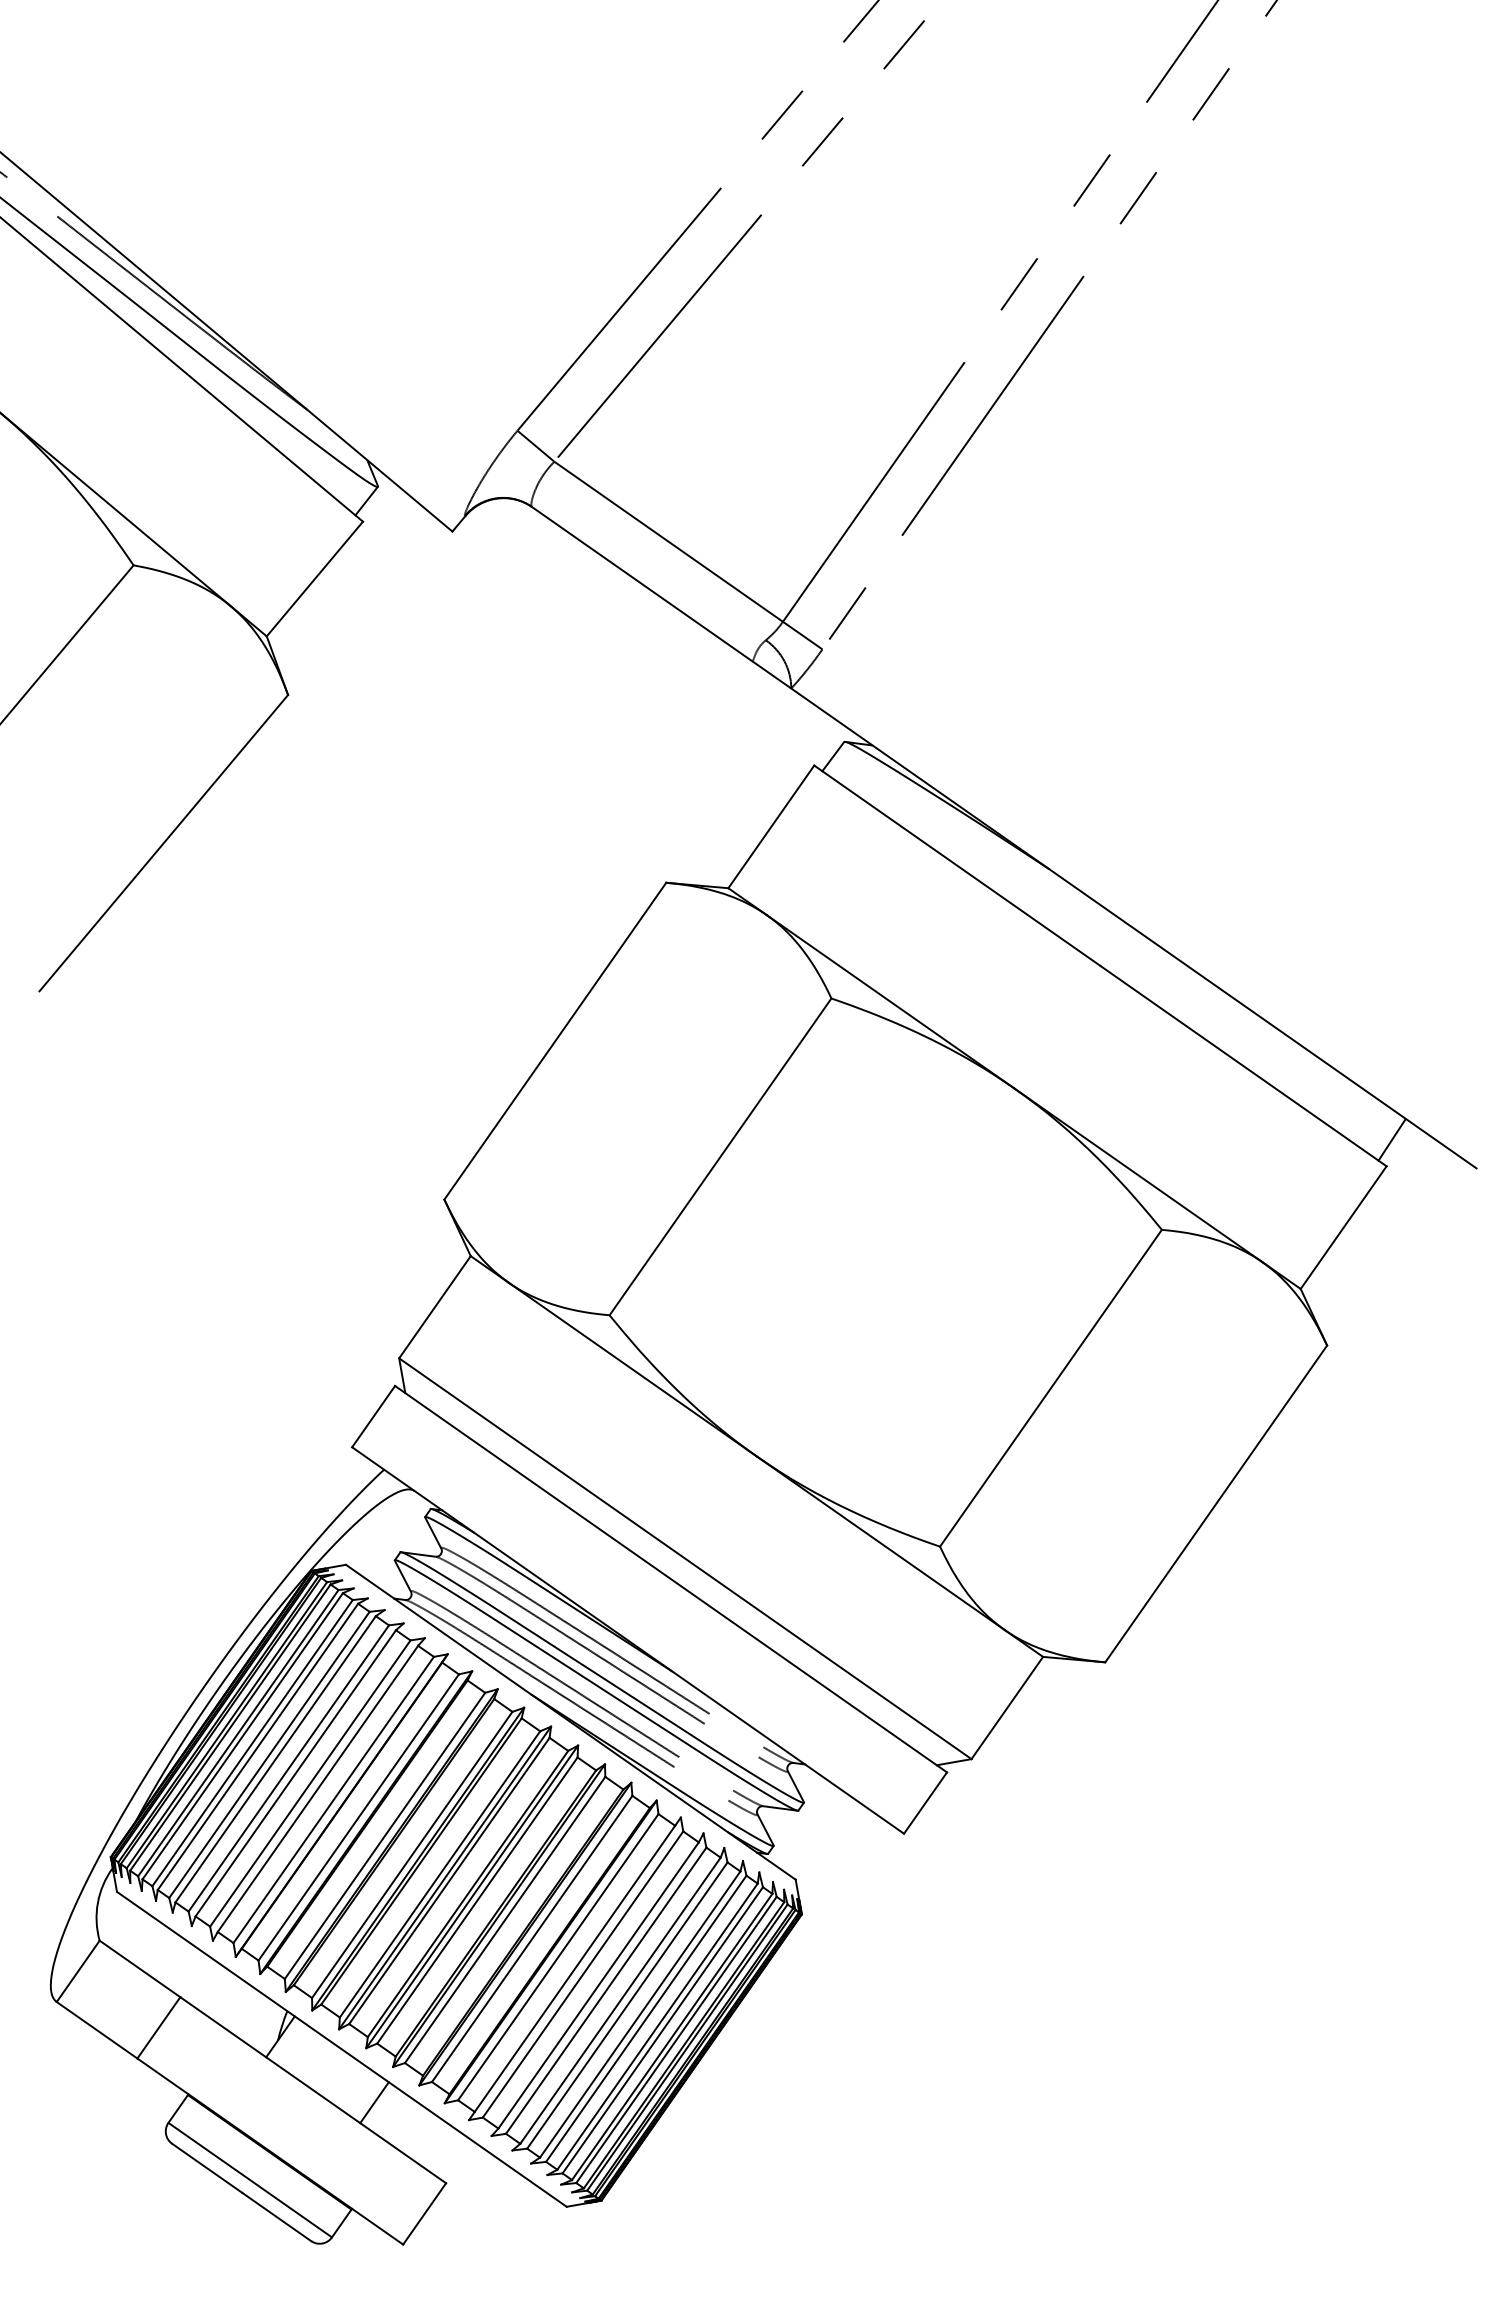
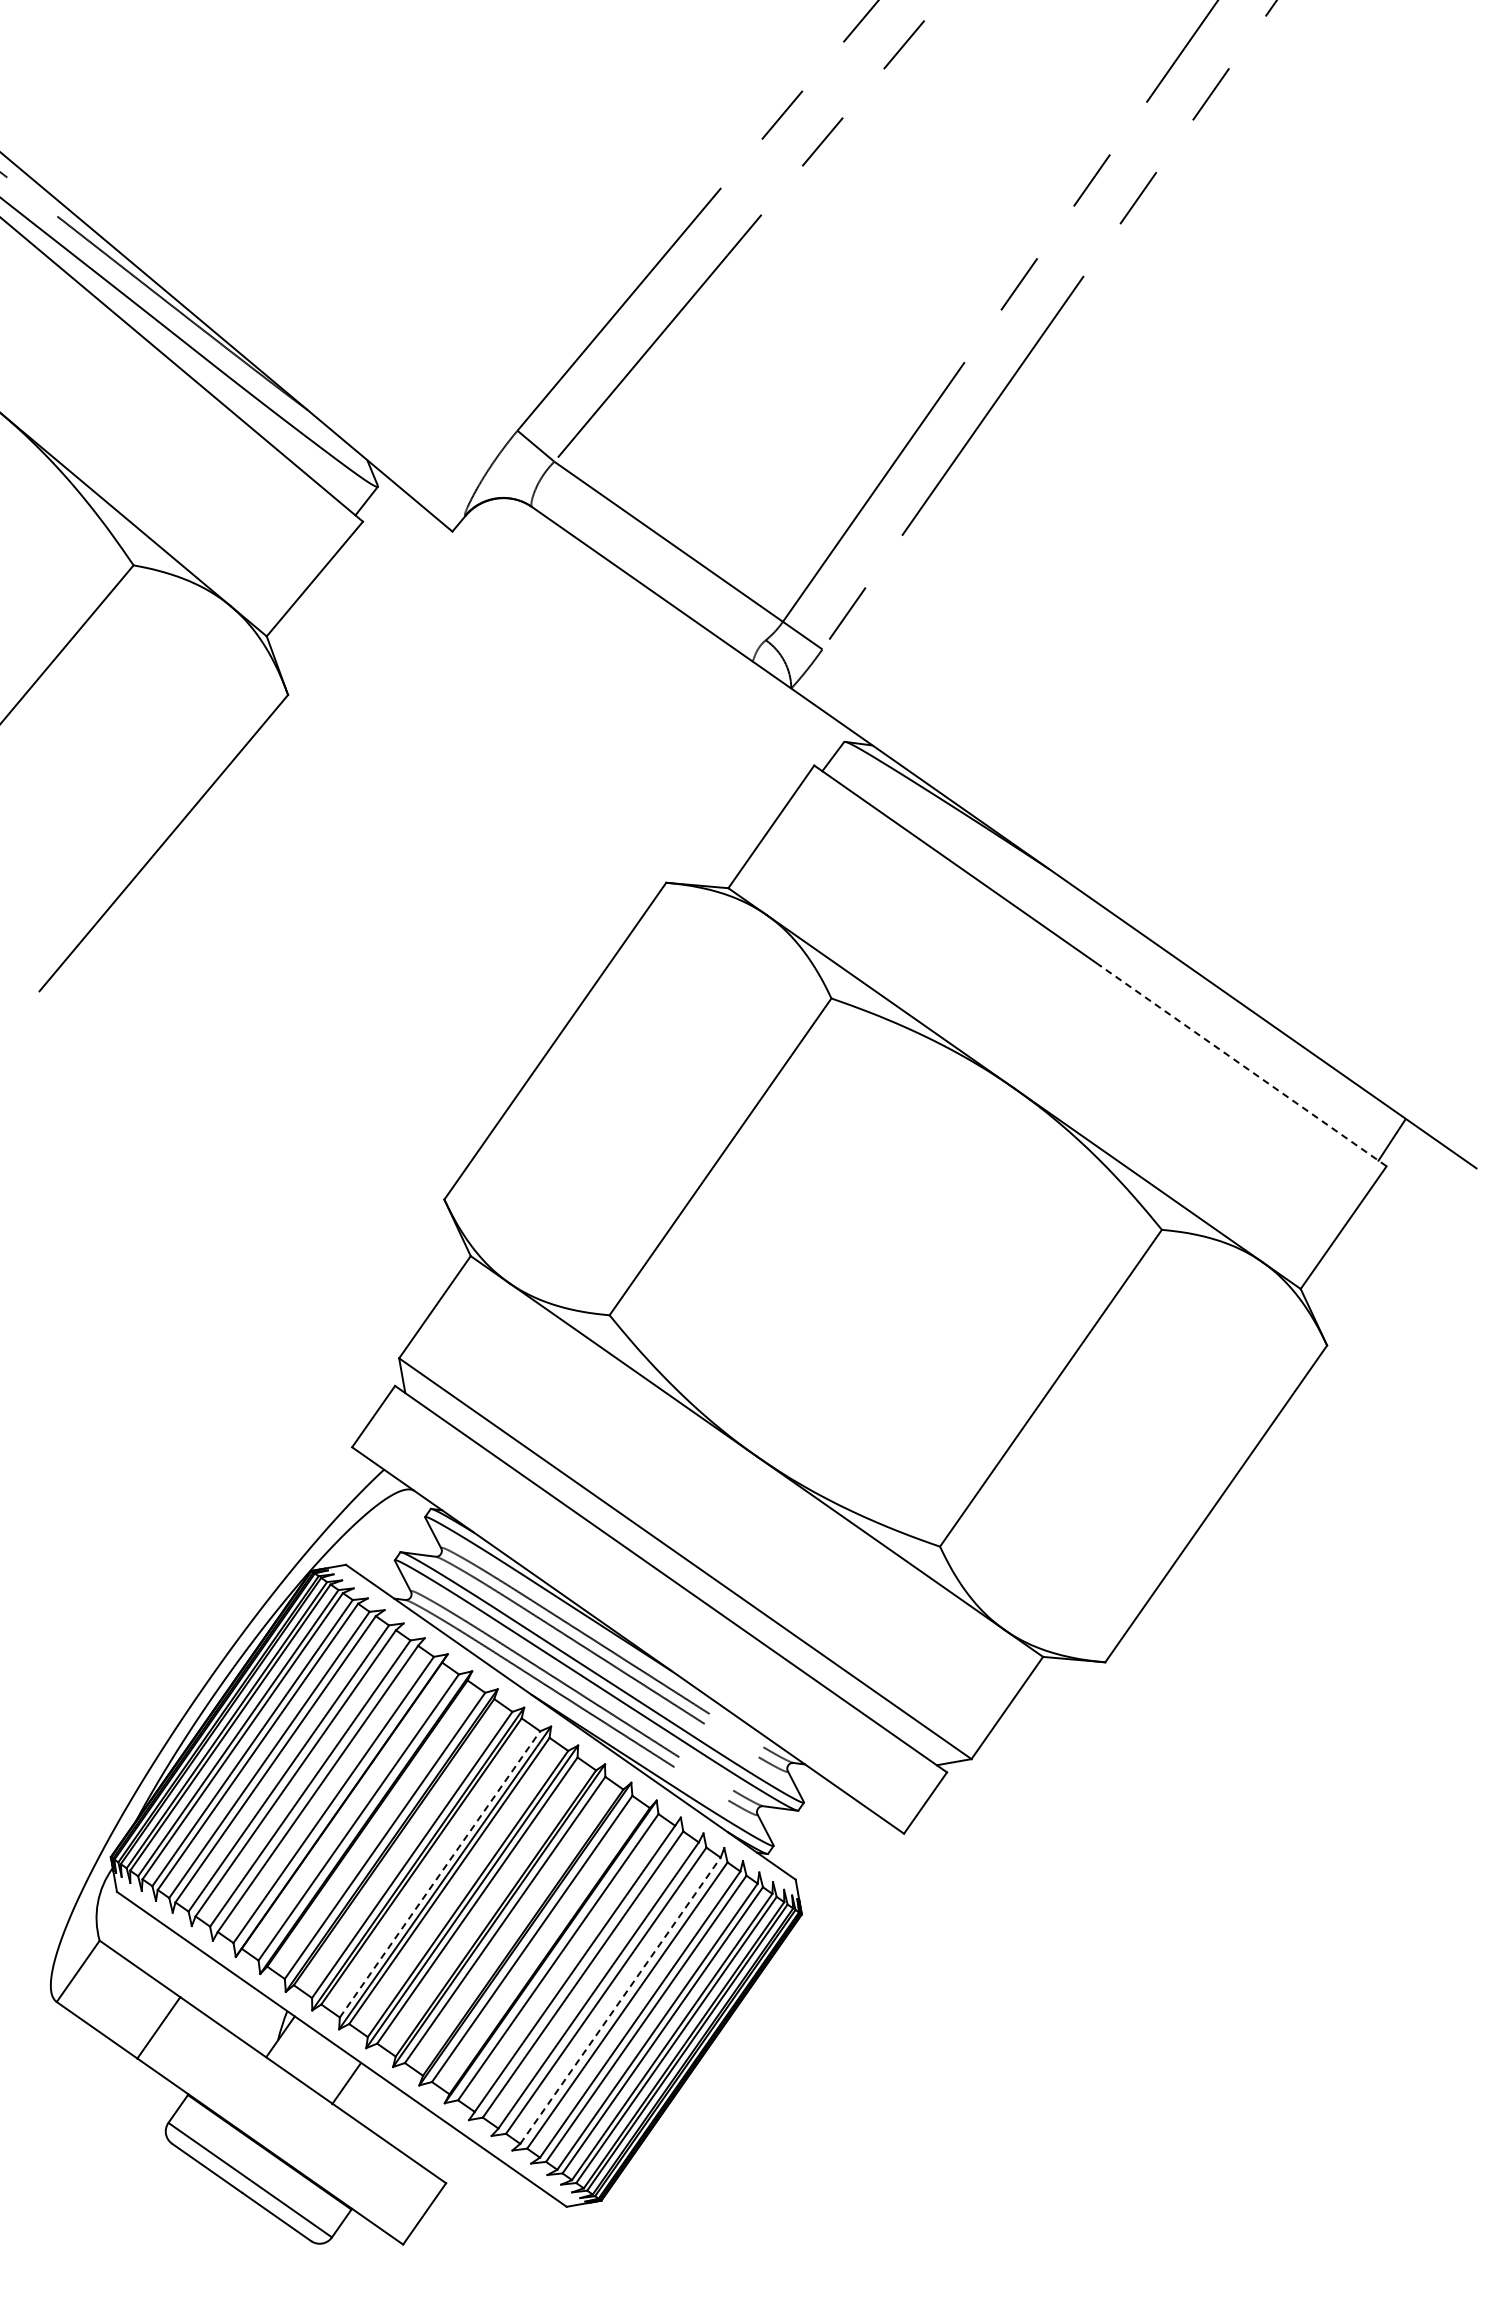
line at (1243, 1066): solid -> dashed
line at (440, 1874): solid -> dashed
line at (620, 2000): solid -> dashed
line at (374, 2102) position: (374, 2102) -> (346, 2083)
